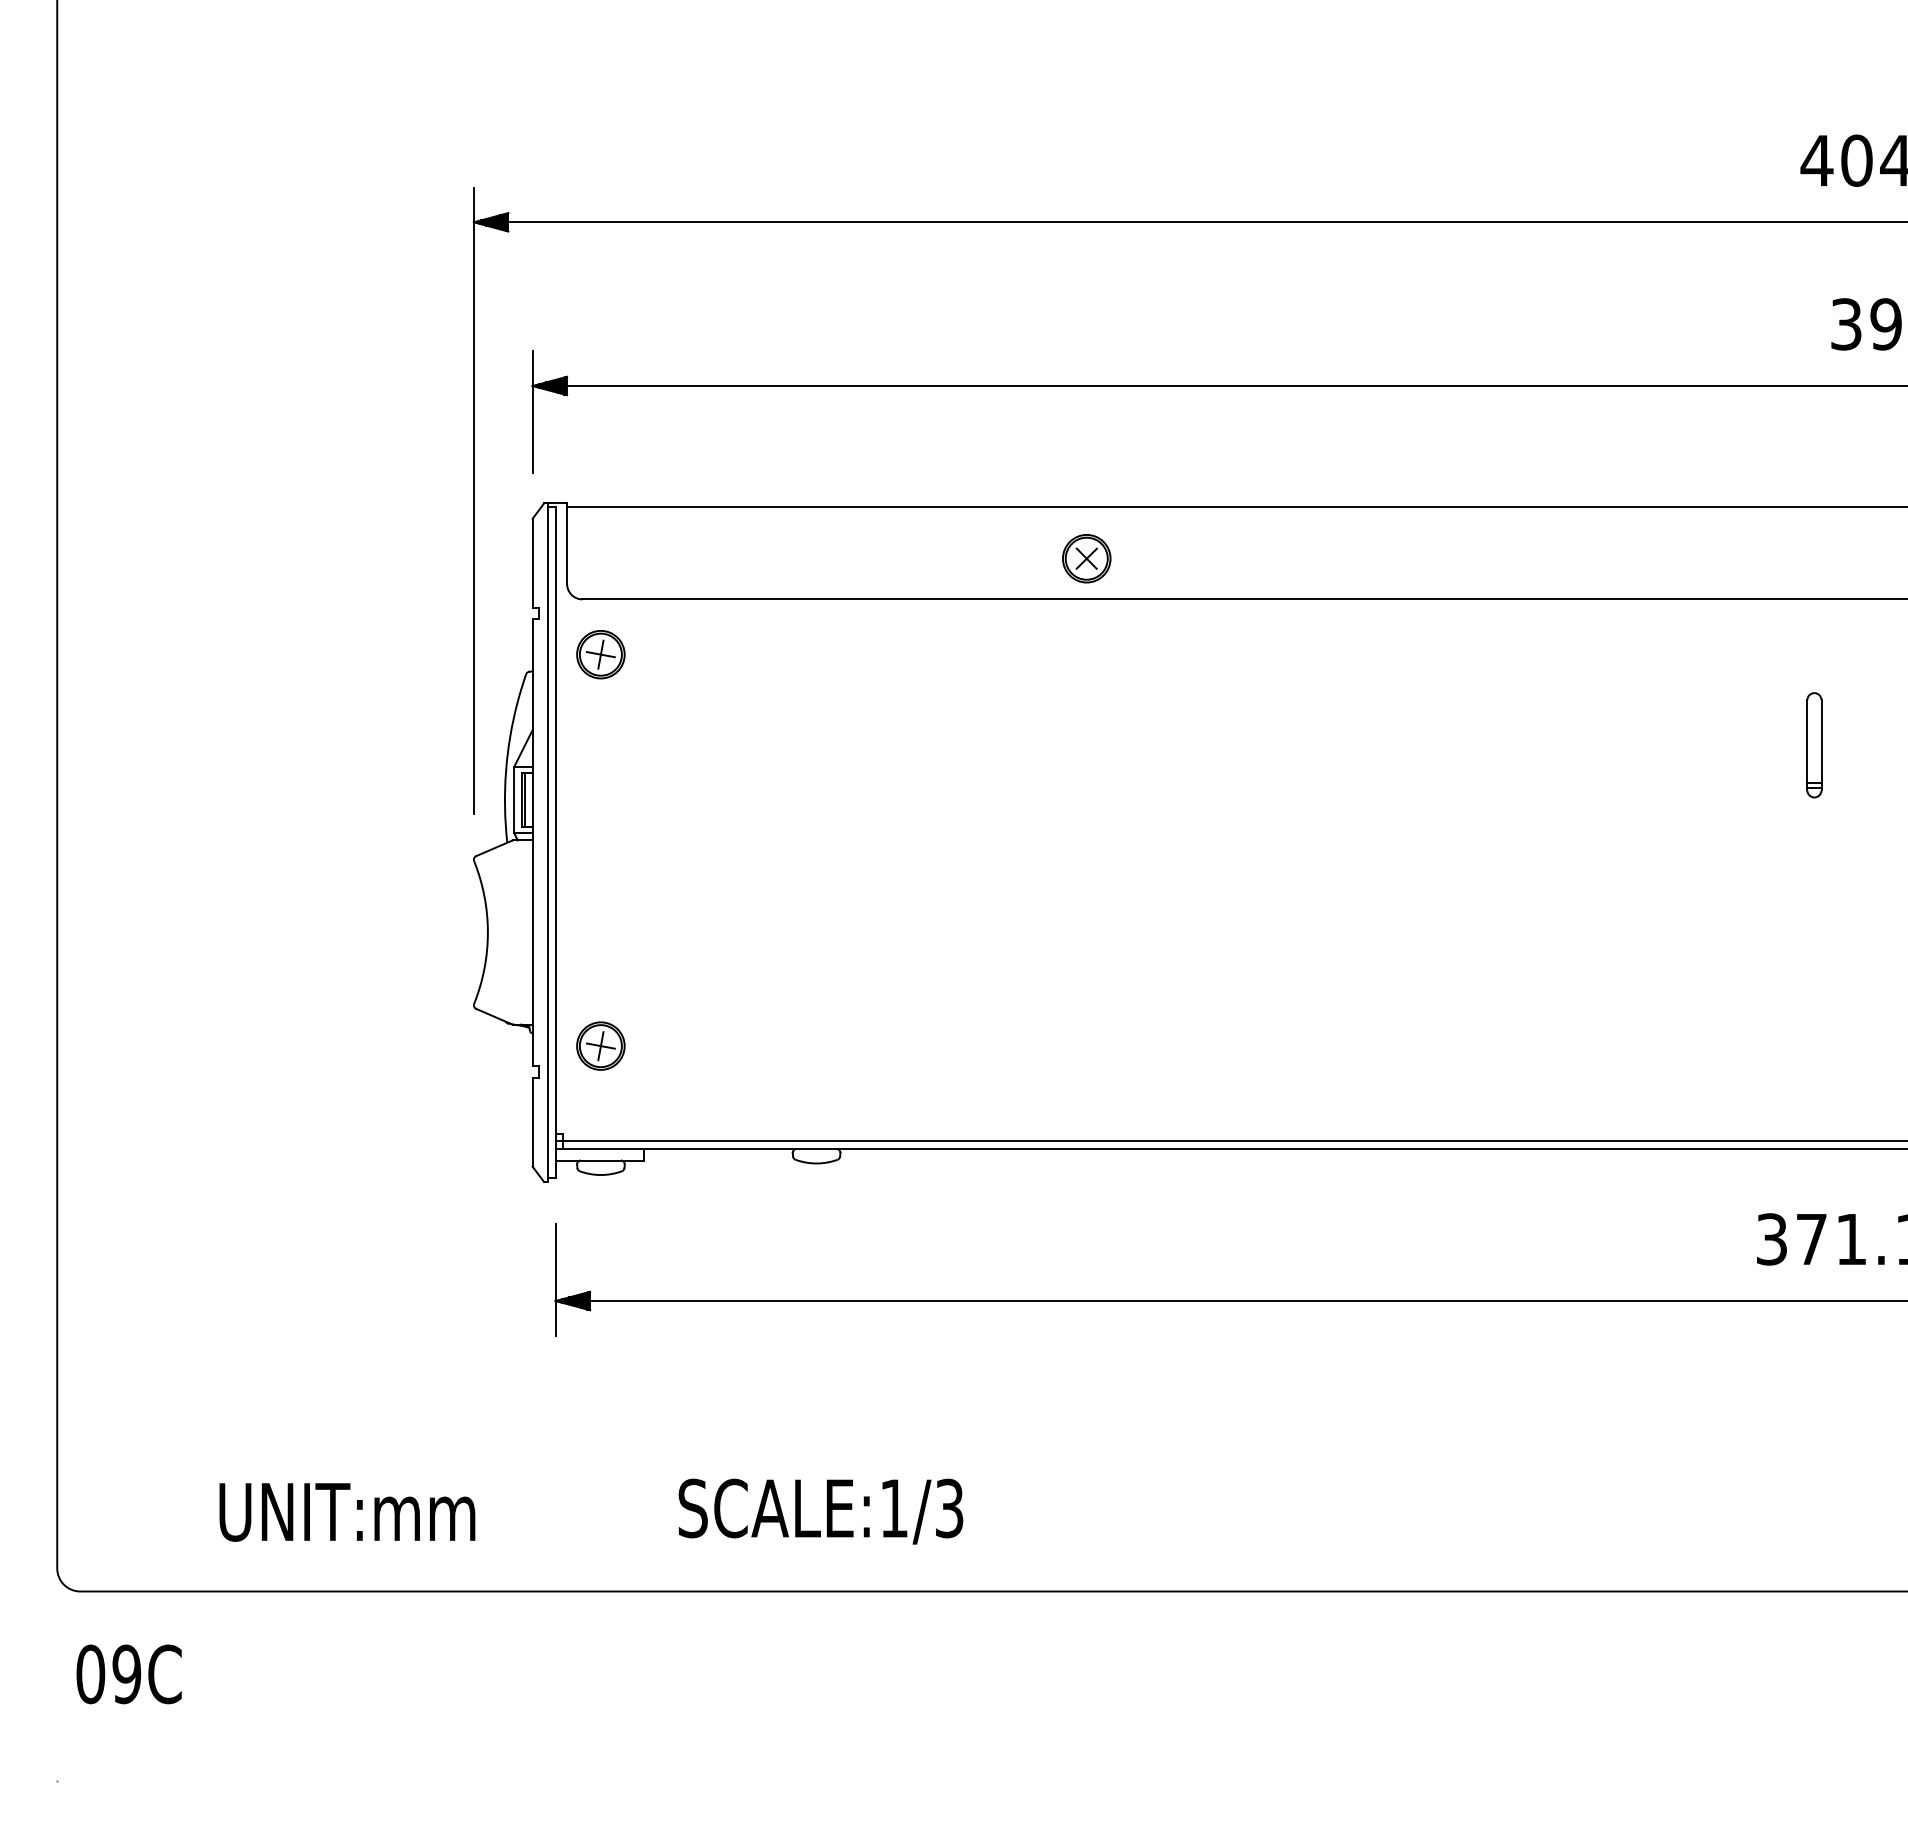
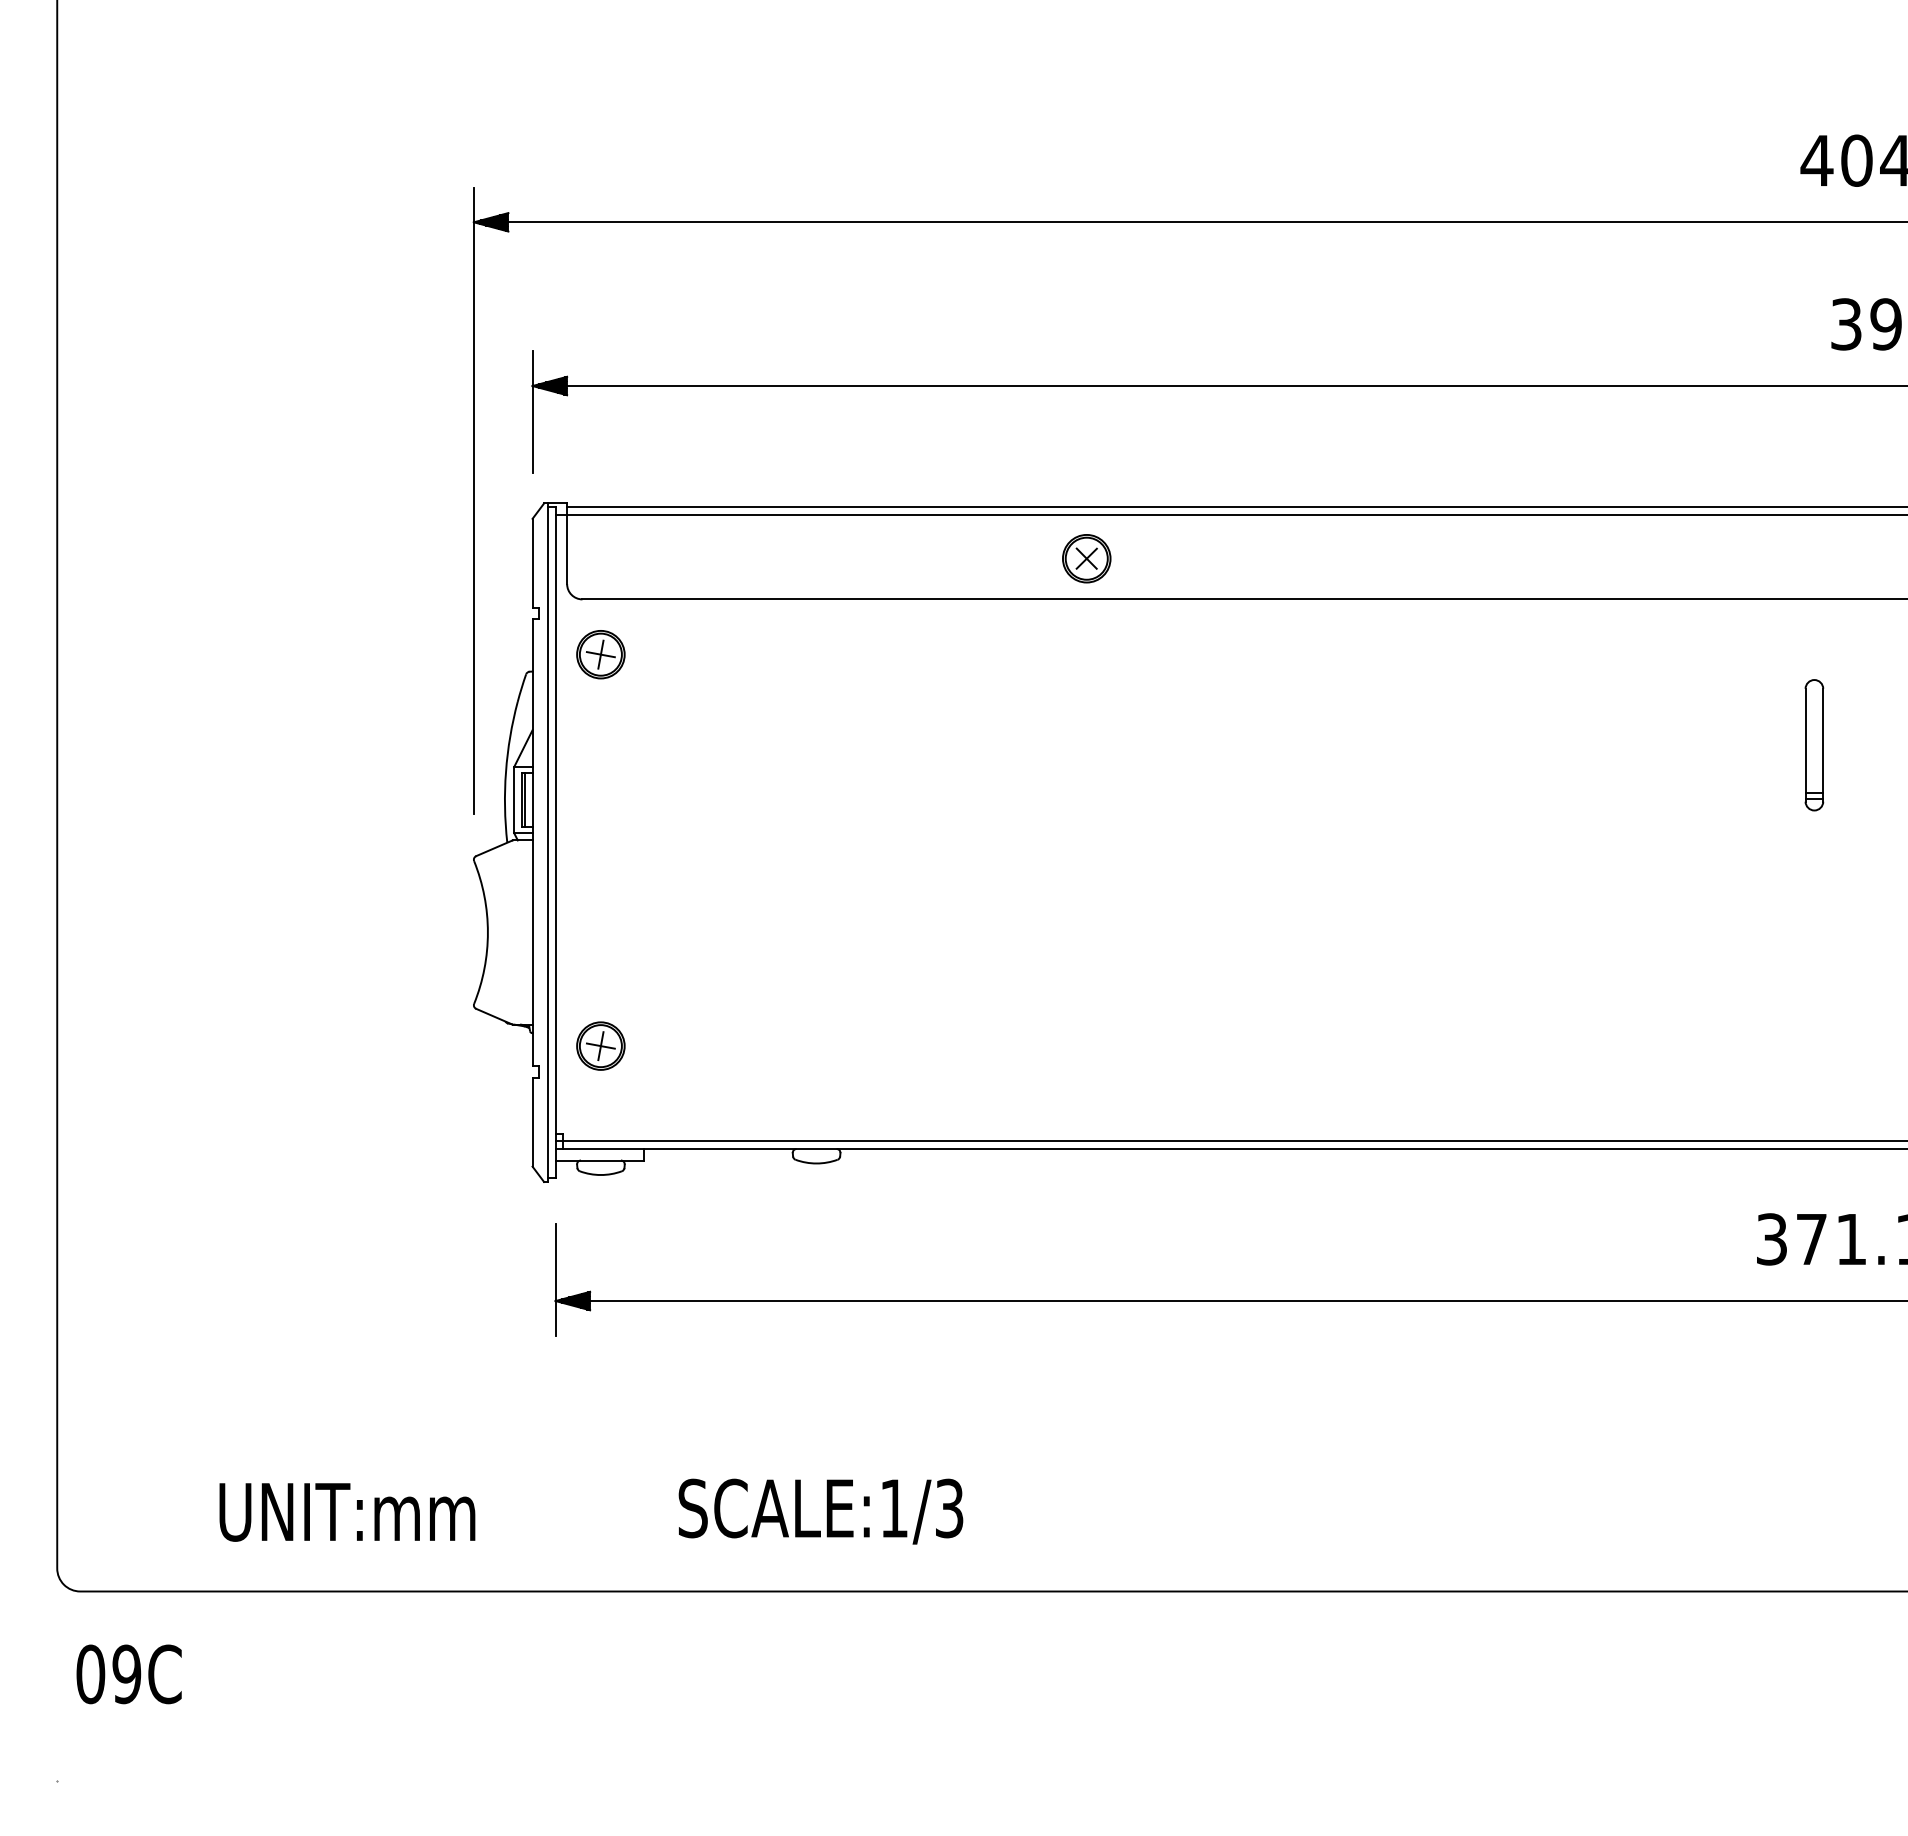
line at (1229, 514): none -> present
part at (1814, 745) size: 17x107 px -> 21x133 px
